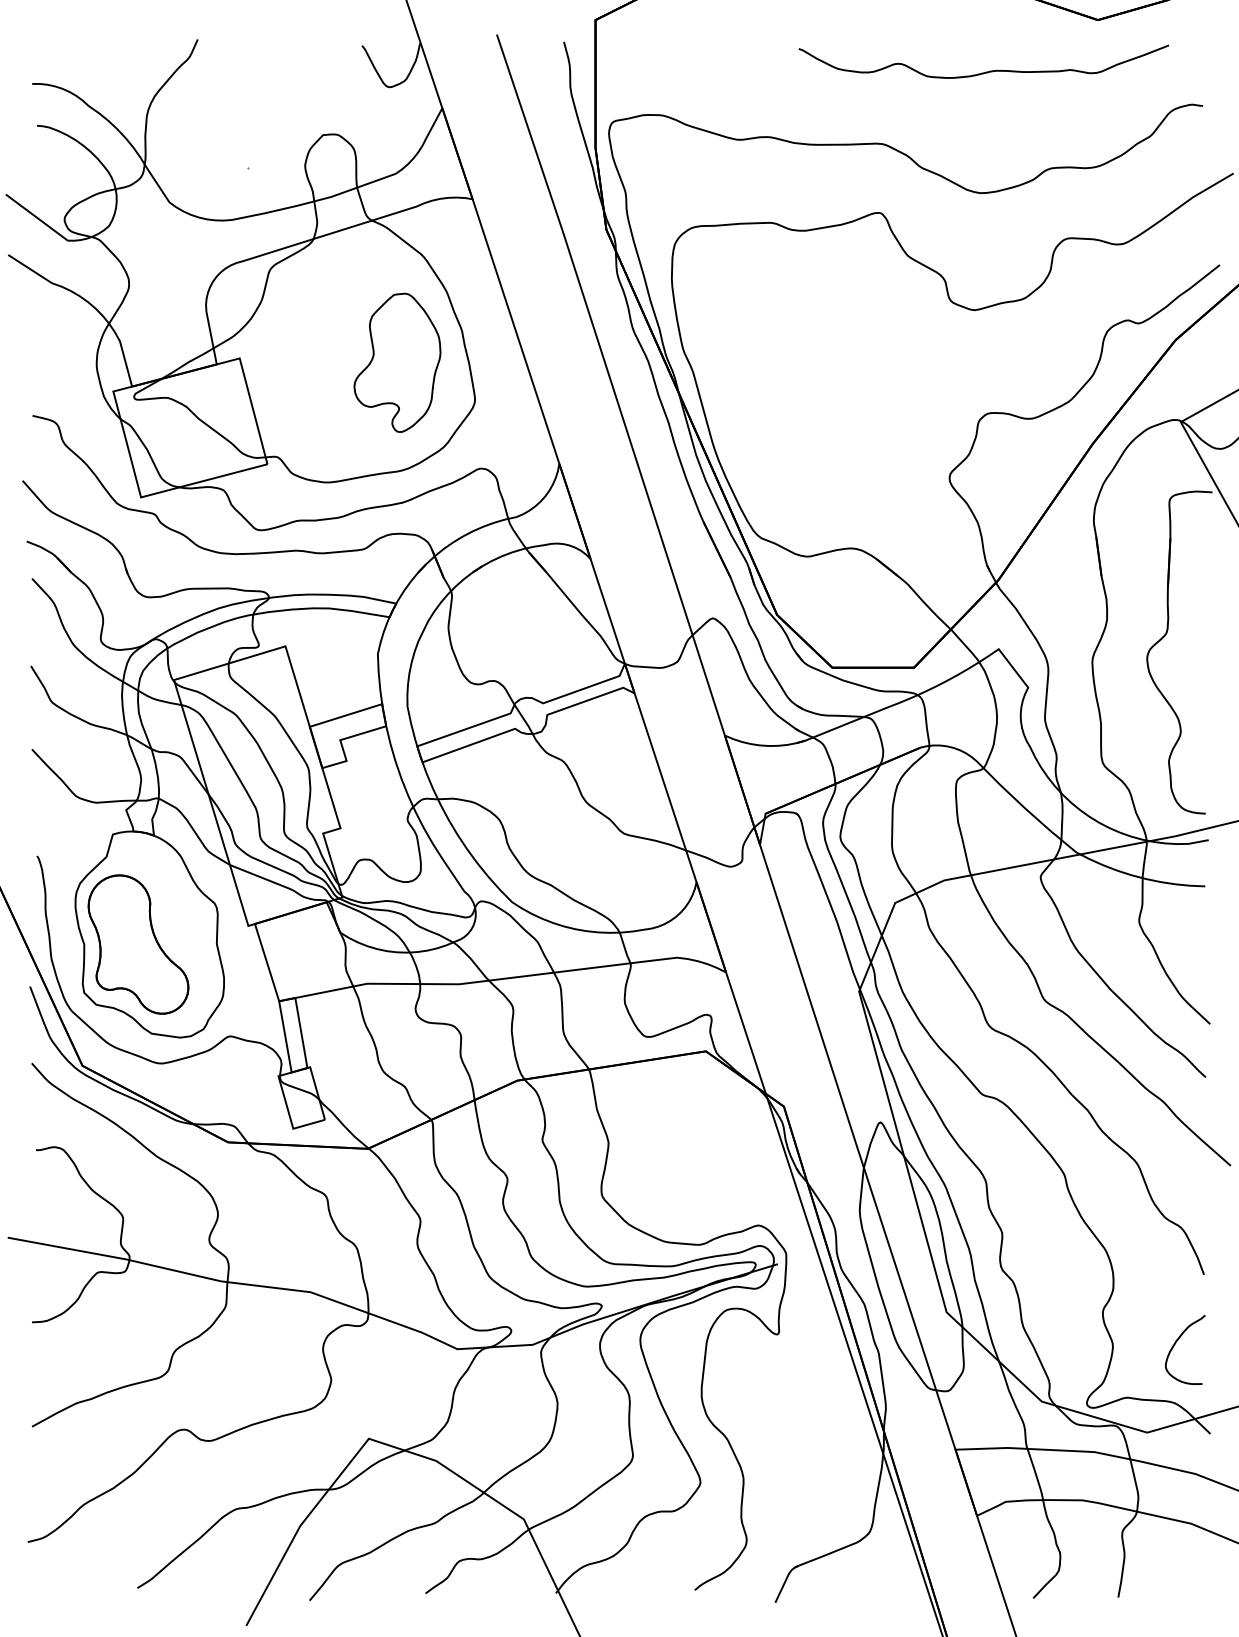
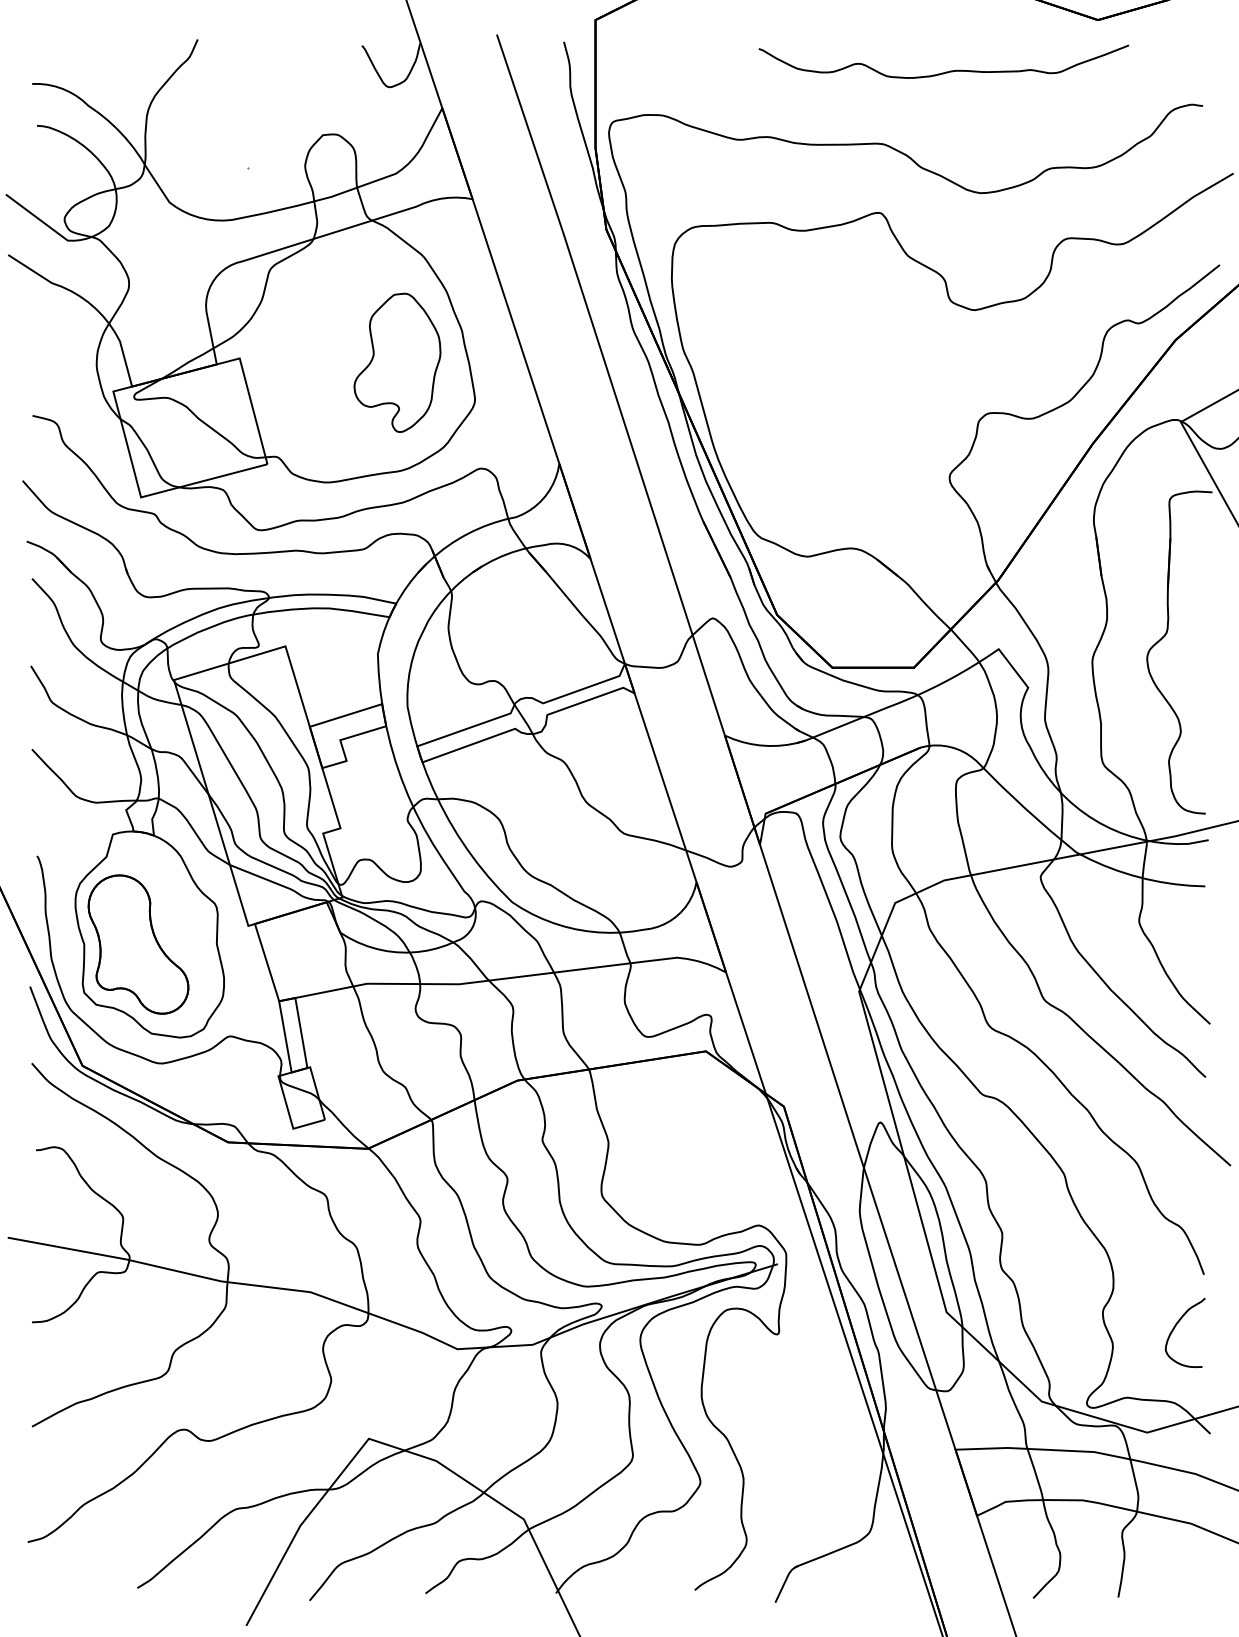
curve at (985, 71) position: (985, 71) -> (945, 71)
curve at (1176, 1343) position: (1176, 1343) -> (1176, 1326)
